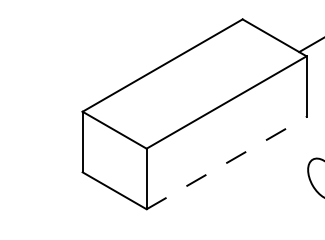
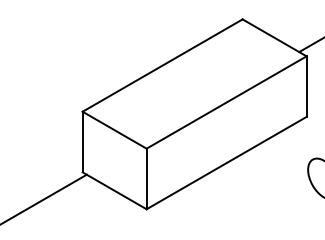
line at (227, 162): dashed -> solid
line at (44, 198): none -> present
